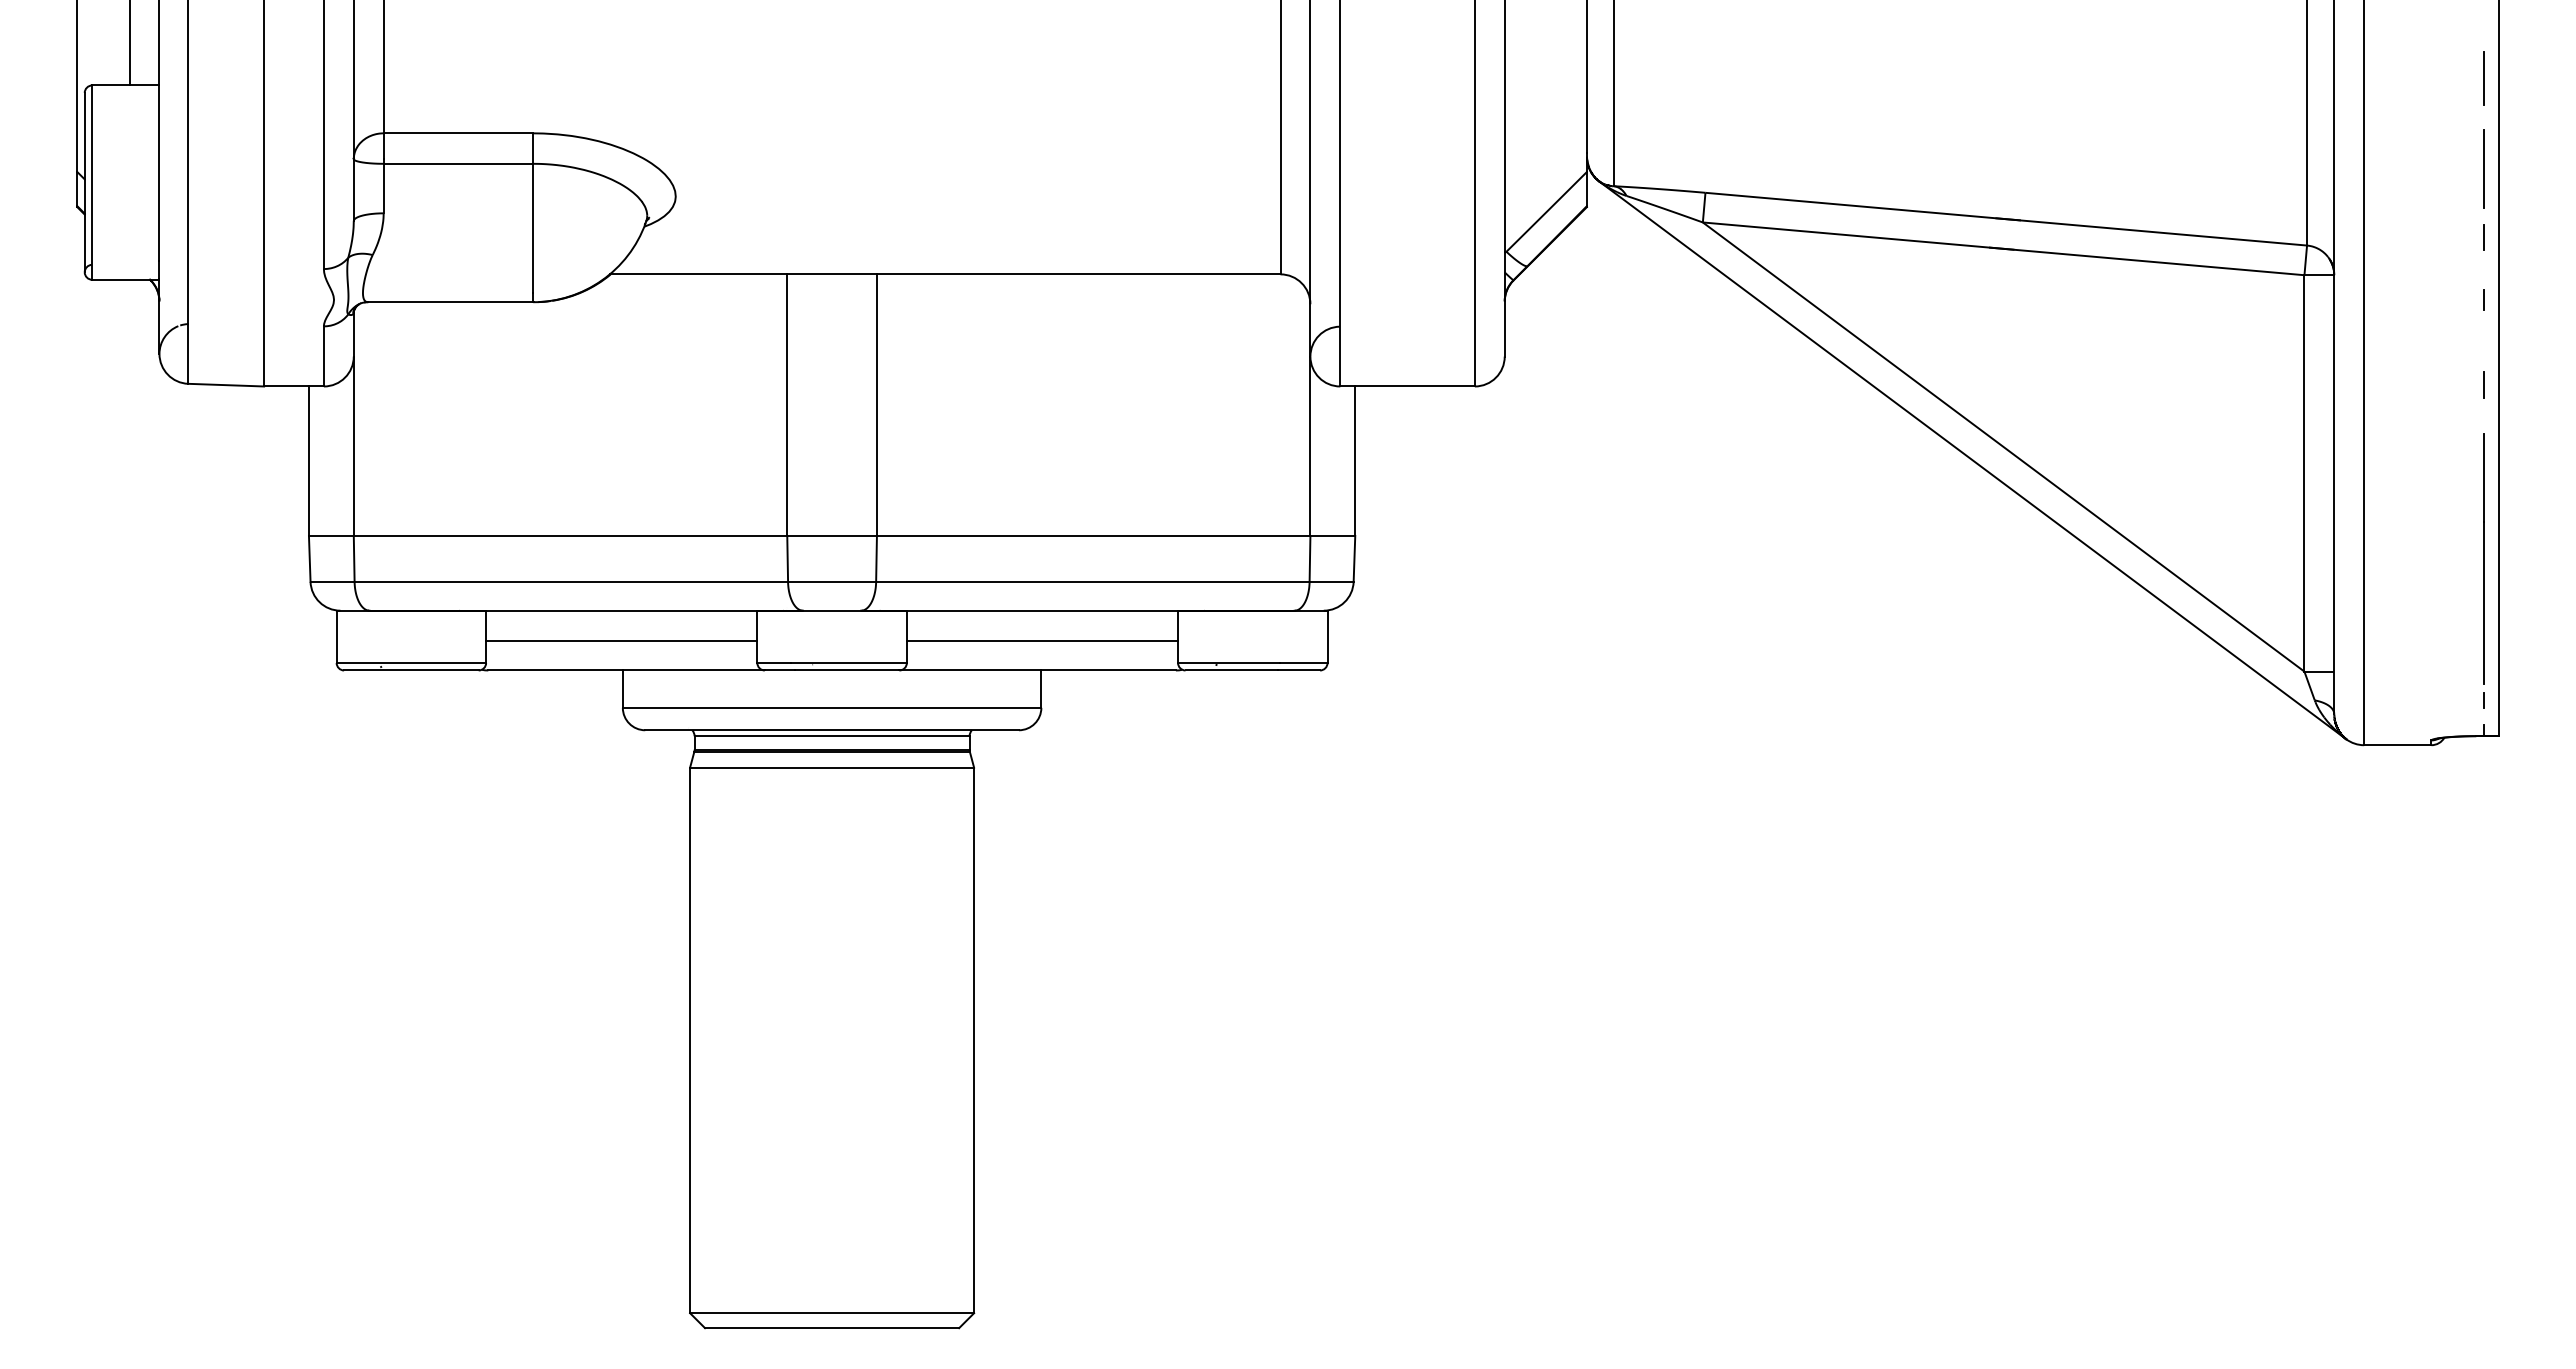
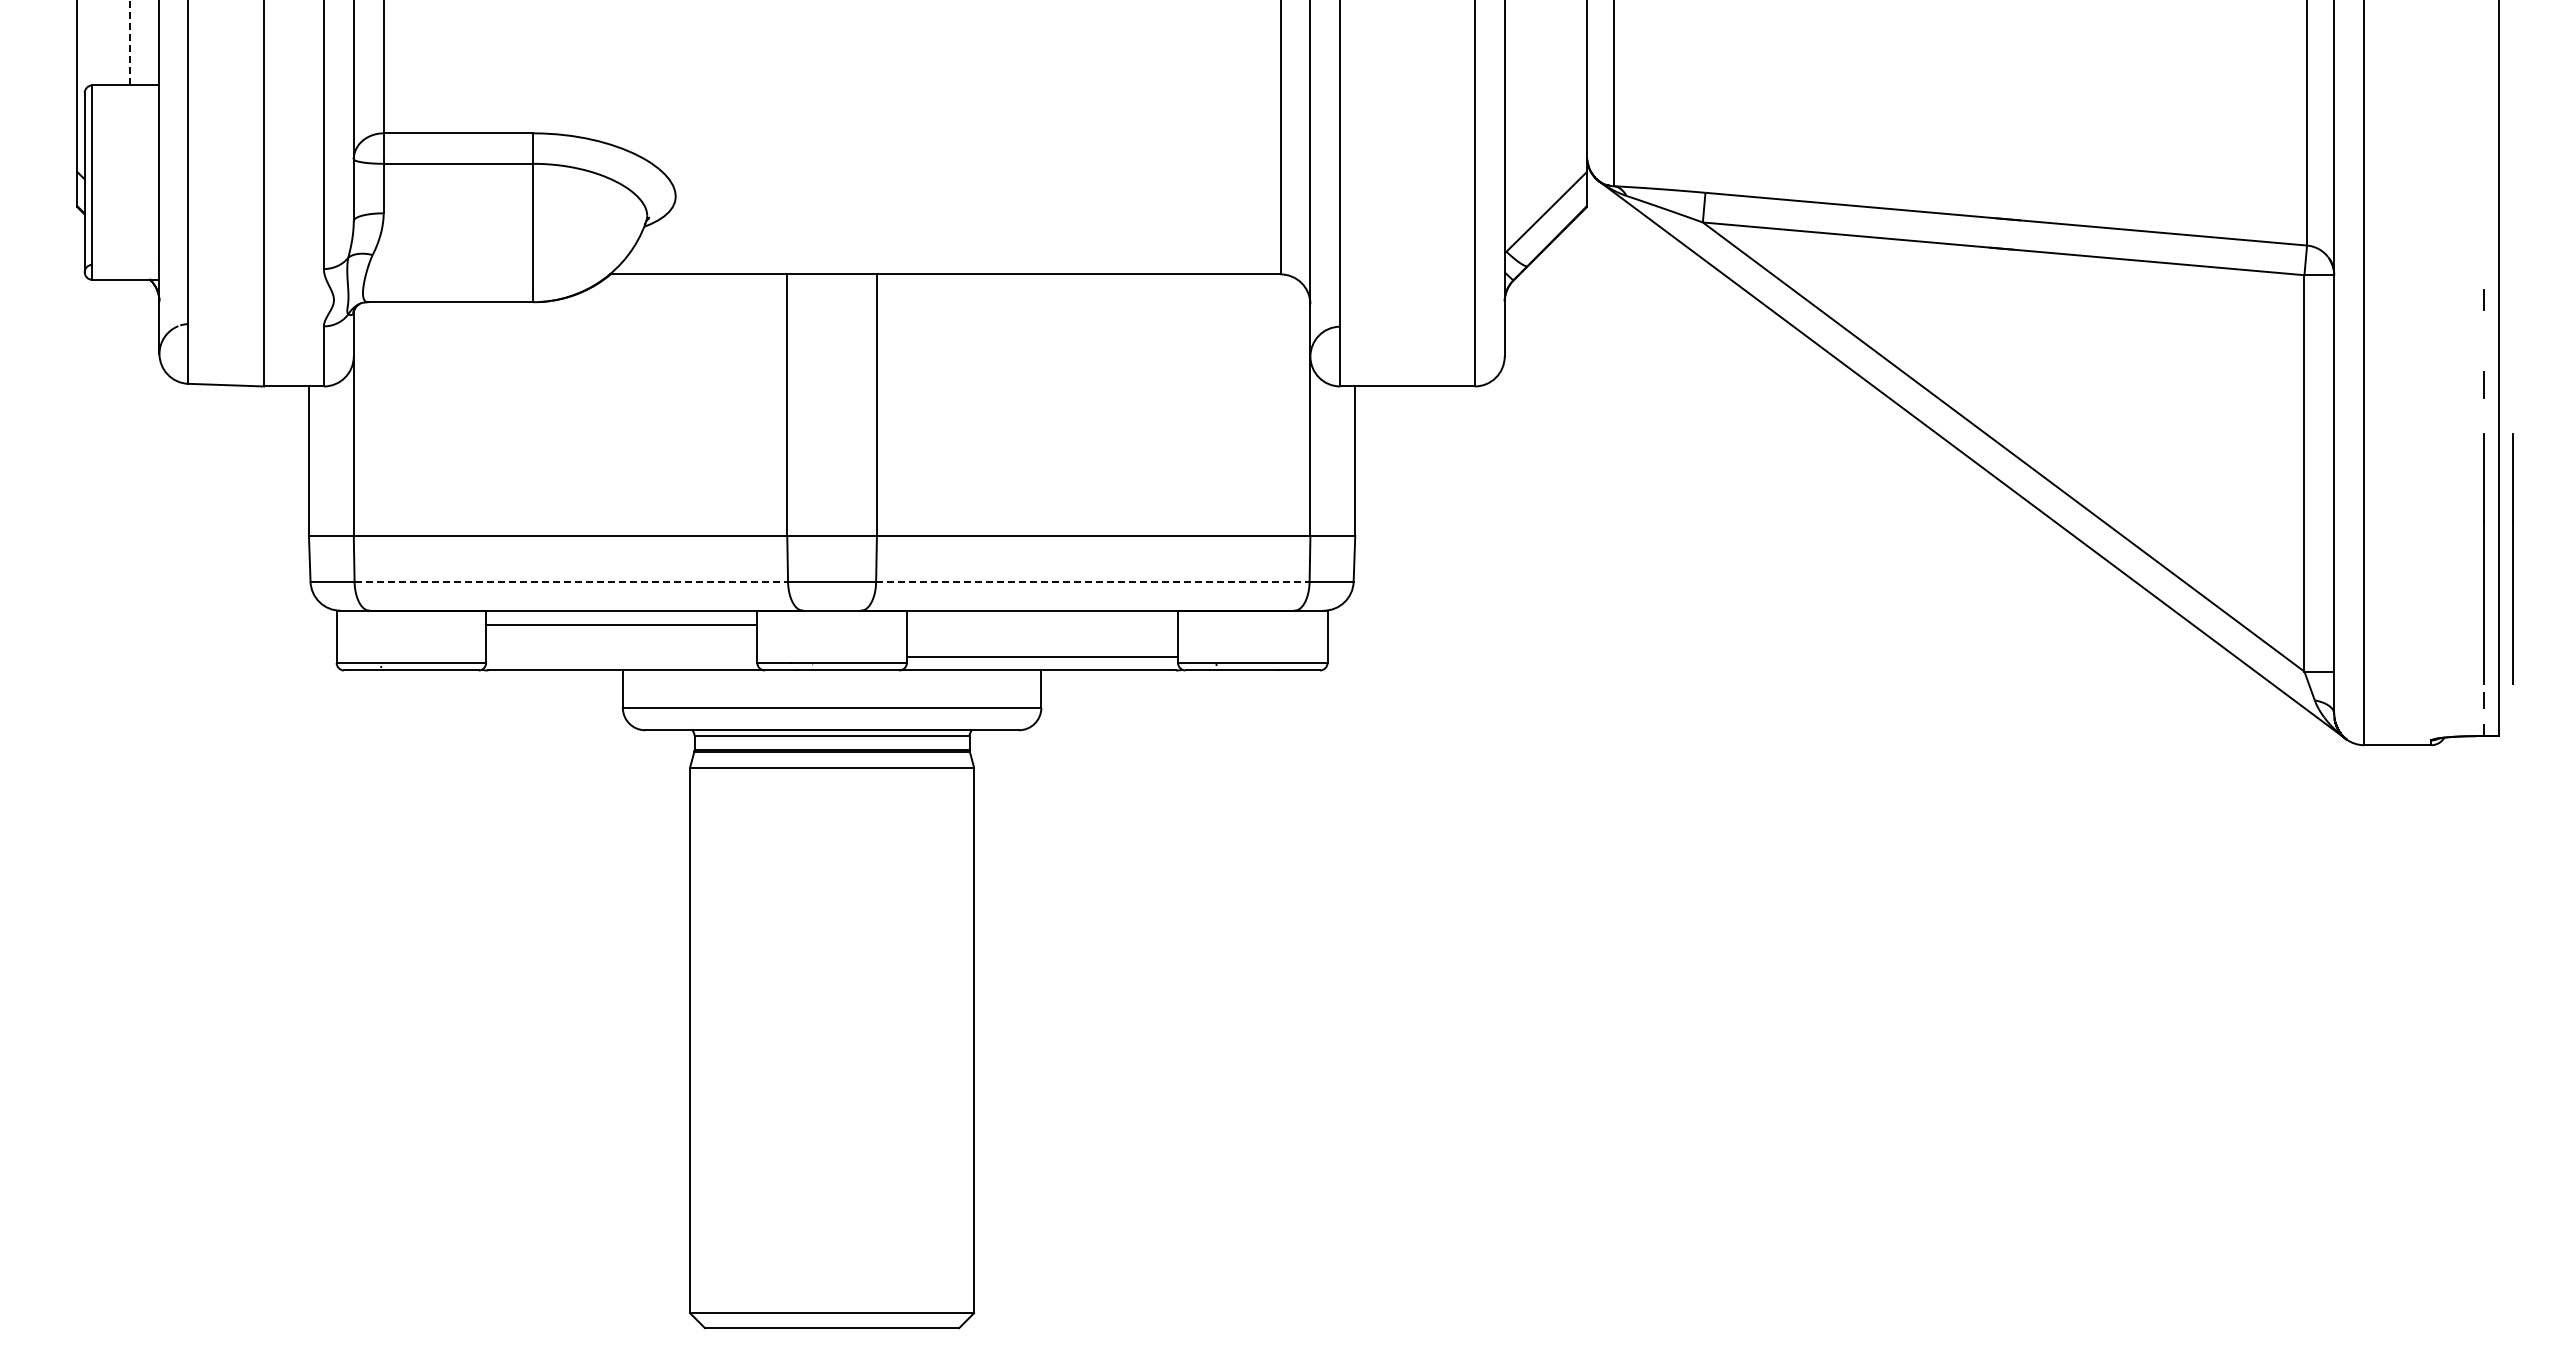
line at (129, 42): solid -> dashed
line at (2483, 78): present -> none
line at (2483, 168): present -> none
line at (2483, 236): present -> none
line at (2512, 558): none -> present
line at (571, 581): solid -> dashed
line at (1092, 581): solid -> dashed
line at (621, 640) position: (621, 640) -> (621, 624)
line at (1042, 640) position: (1042, 640) -> (1042, 656)
